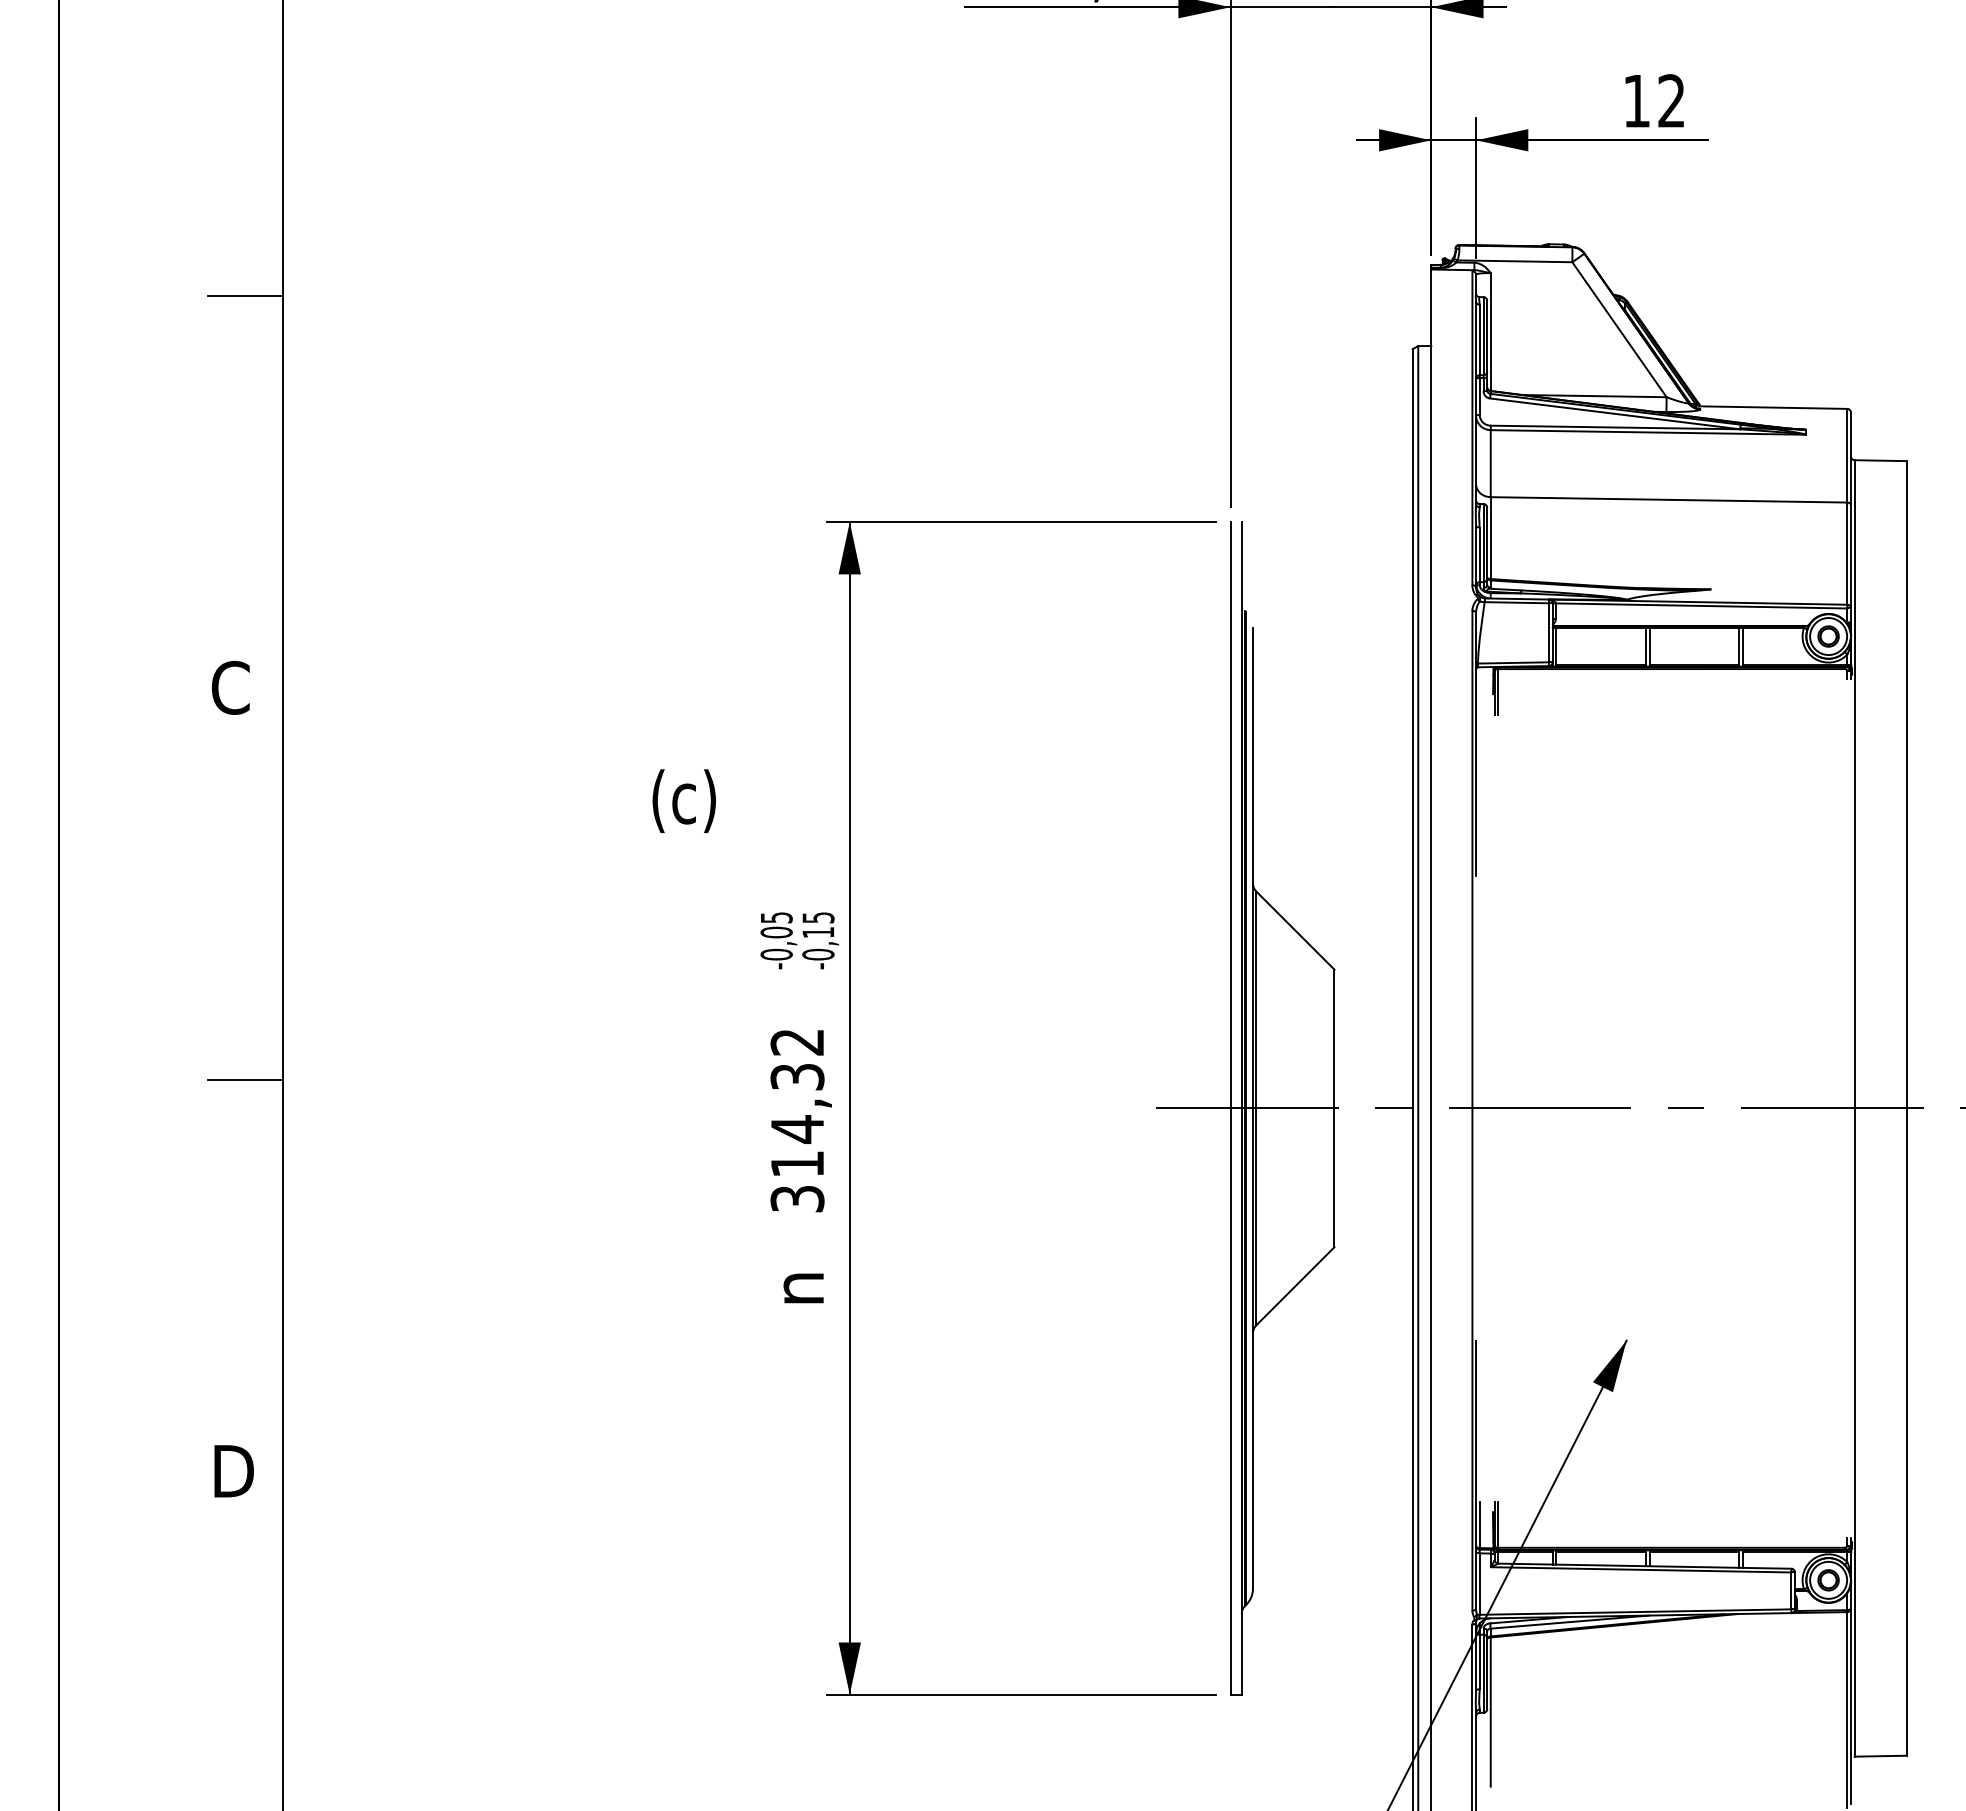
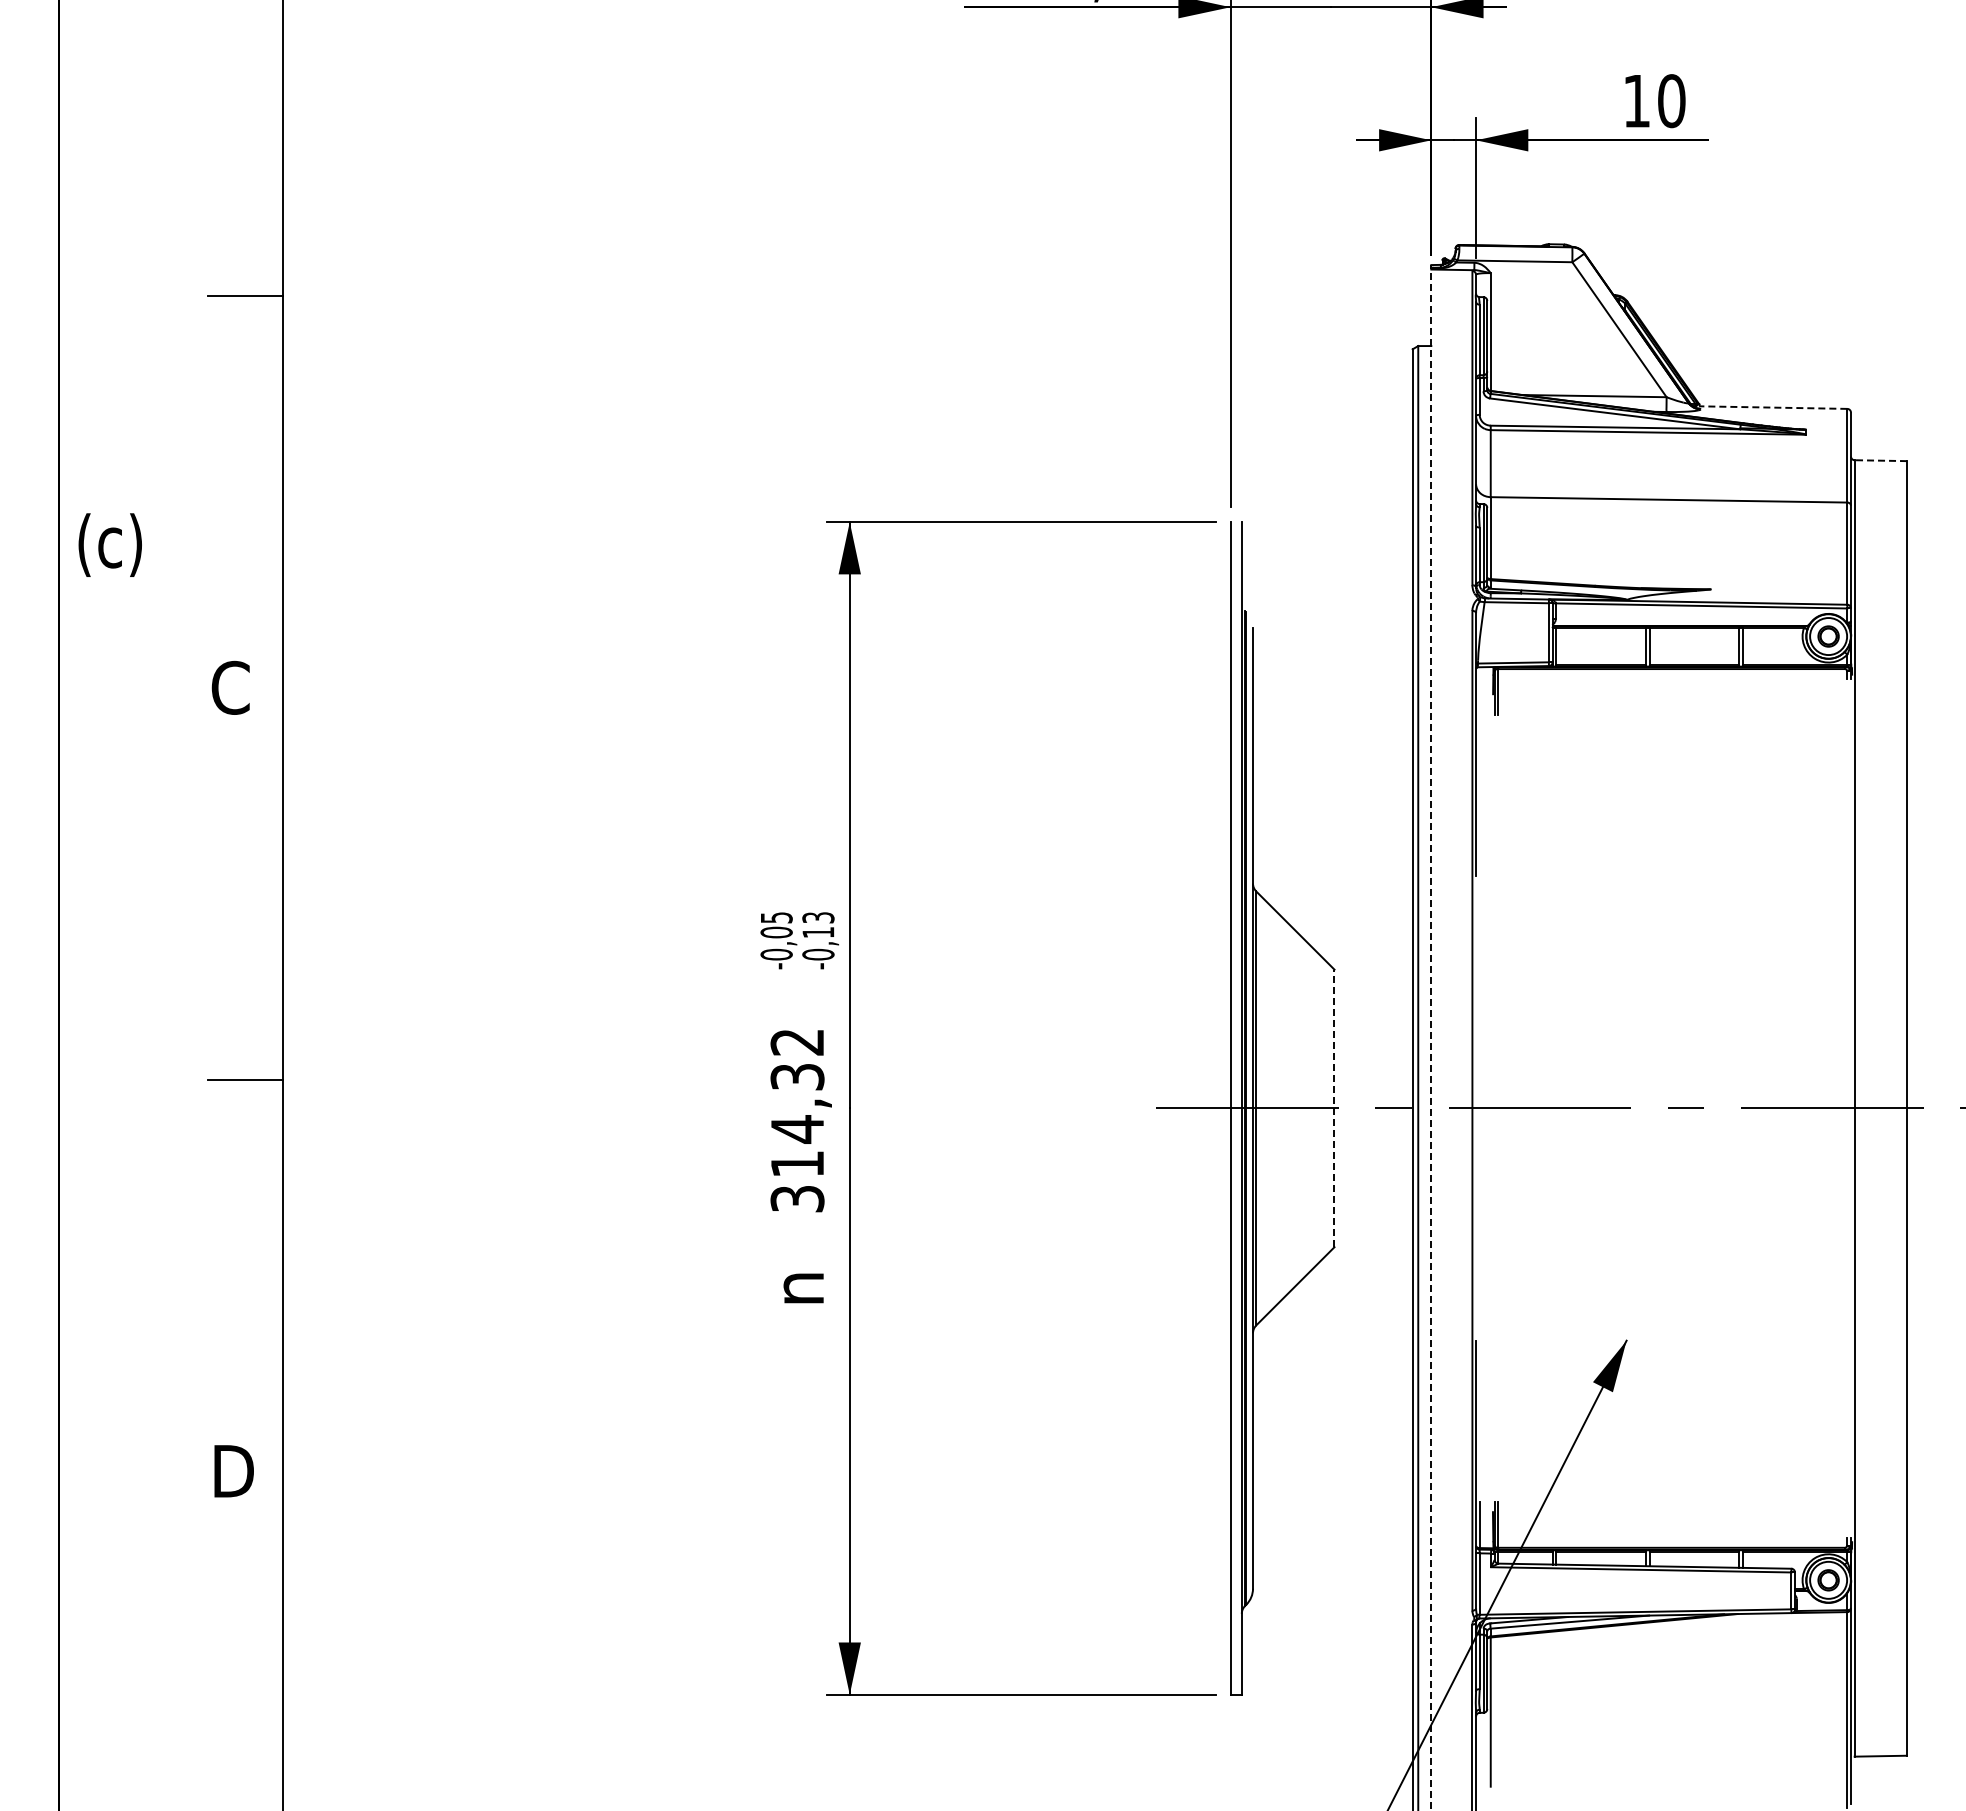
text at (1671, 101): 12 -> 10
line at (1772, 407): solid -> dashed
line at (1880, 460): solid -> dashed
text at (683, 800) position: (683, 800) -> (109, 544)
text at (817, 917): -0,15 -> -0,13
line at (1431, 1037): solid -> dashed
line at (1334, 1108): solid -> dashed
